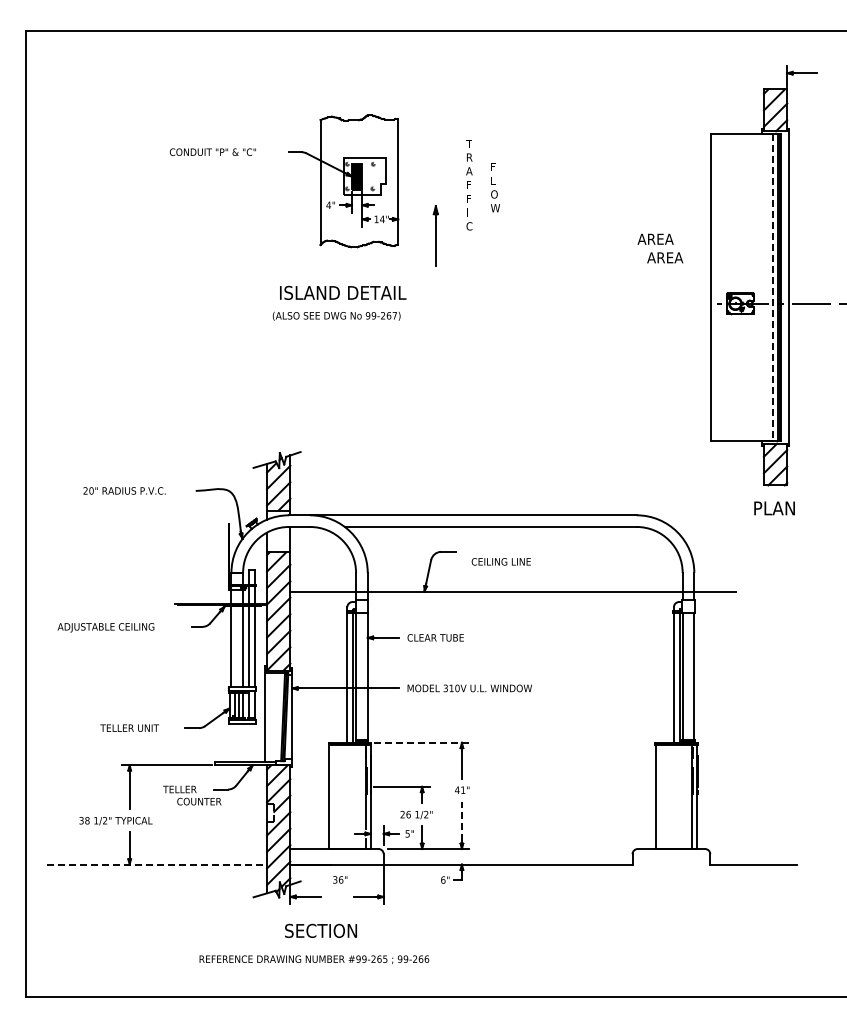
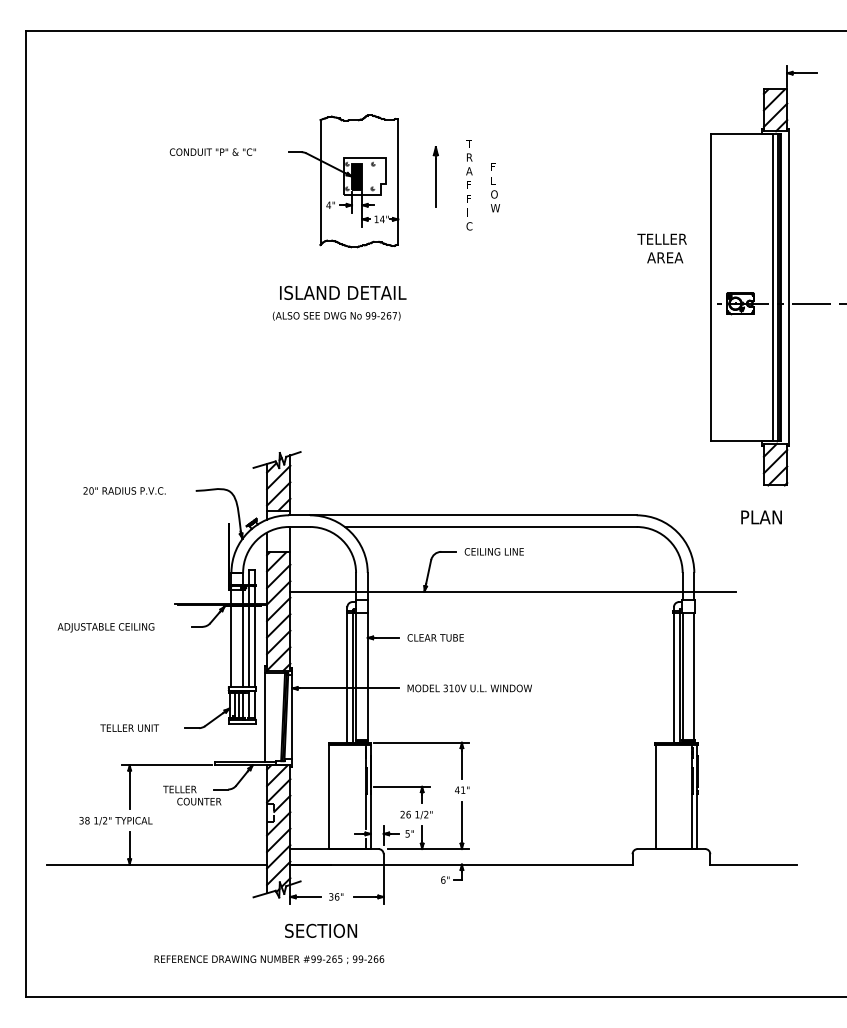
part at (435, 235) position: (435, 235) -> (435, 176)
text at (661, 238): AREA -> TELLER
line at (772, 287): dashed -> solid
text at (774, 508) position: (774, 508) -> (761, 517)
text at (500, 561) position: (500, 561) -> (493, 551)
line at (421, 742): dashed -> solid
line at (461, 821): dashed -> solid
line at (157, 864): dashed -> solid
text at (340, 879) position: (340, 879) -> (336, 896)
text at (314, 959) position: (314, 959) -> (269, 959)
